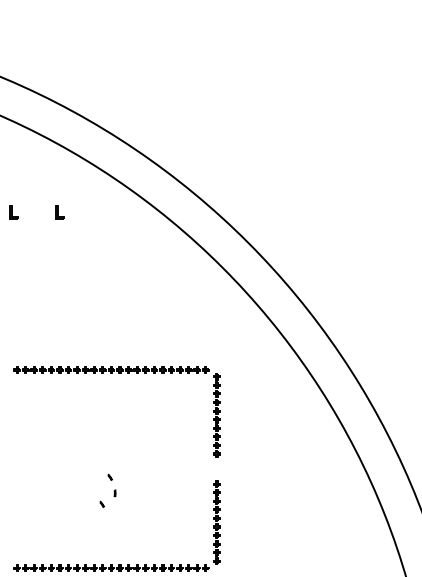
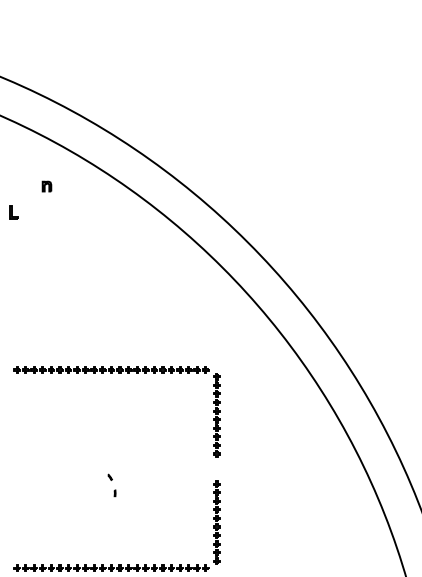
part at (46, 186): none -> present
part at (59, 212): present -> none
part at (101, 503): present -> none
